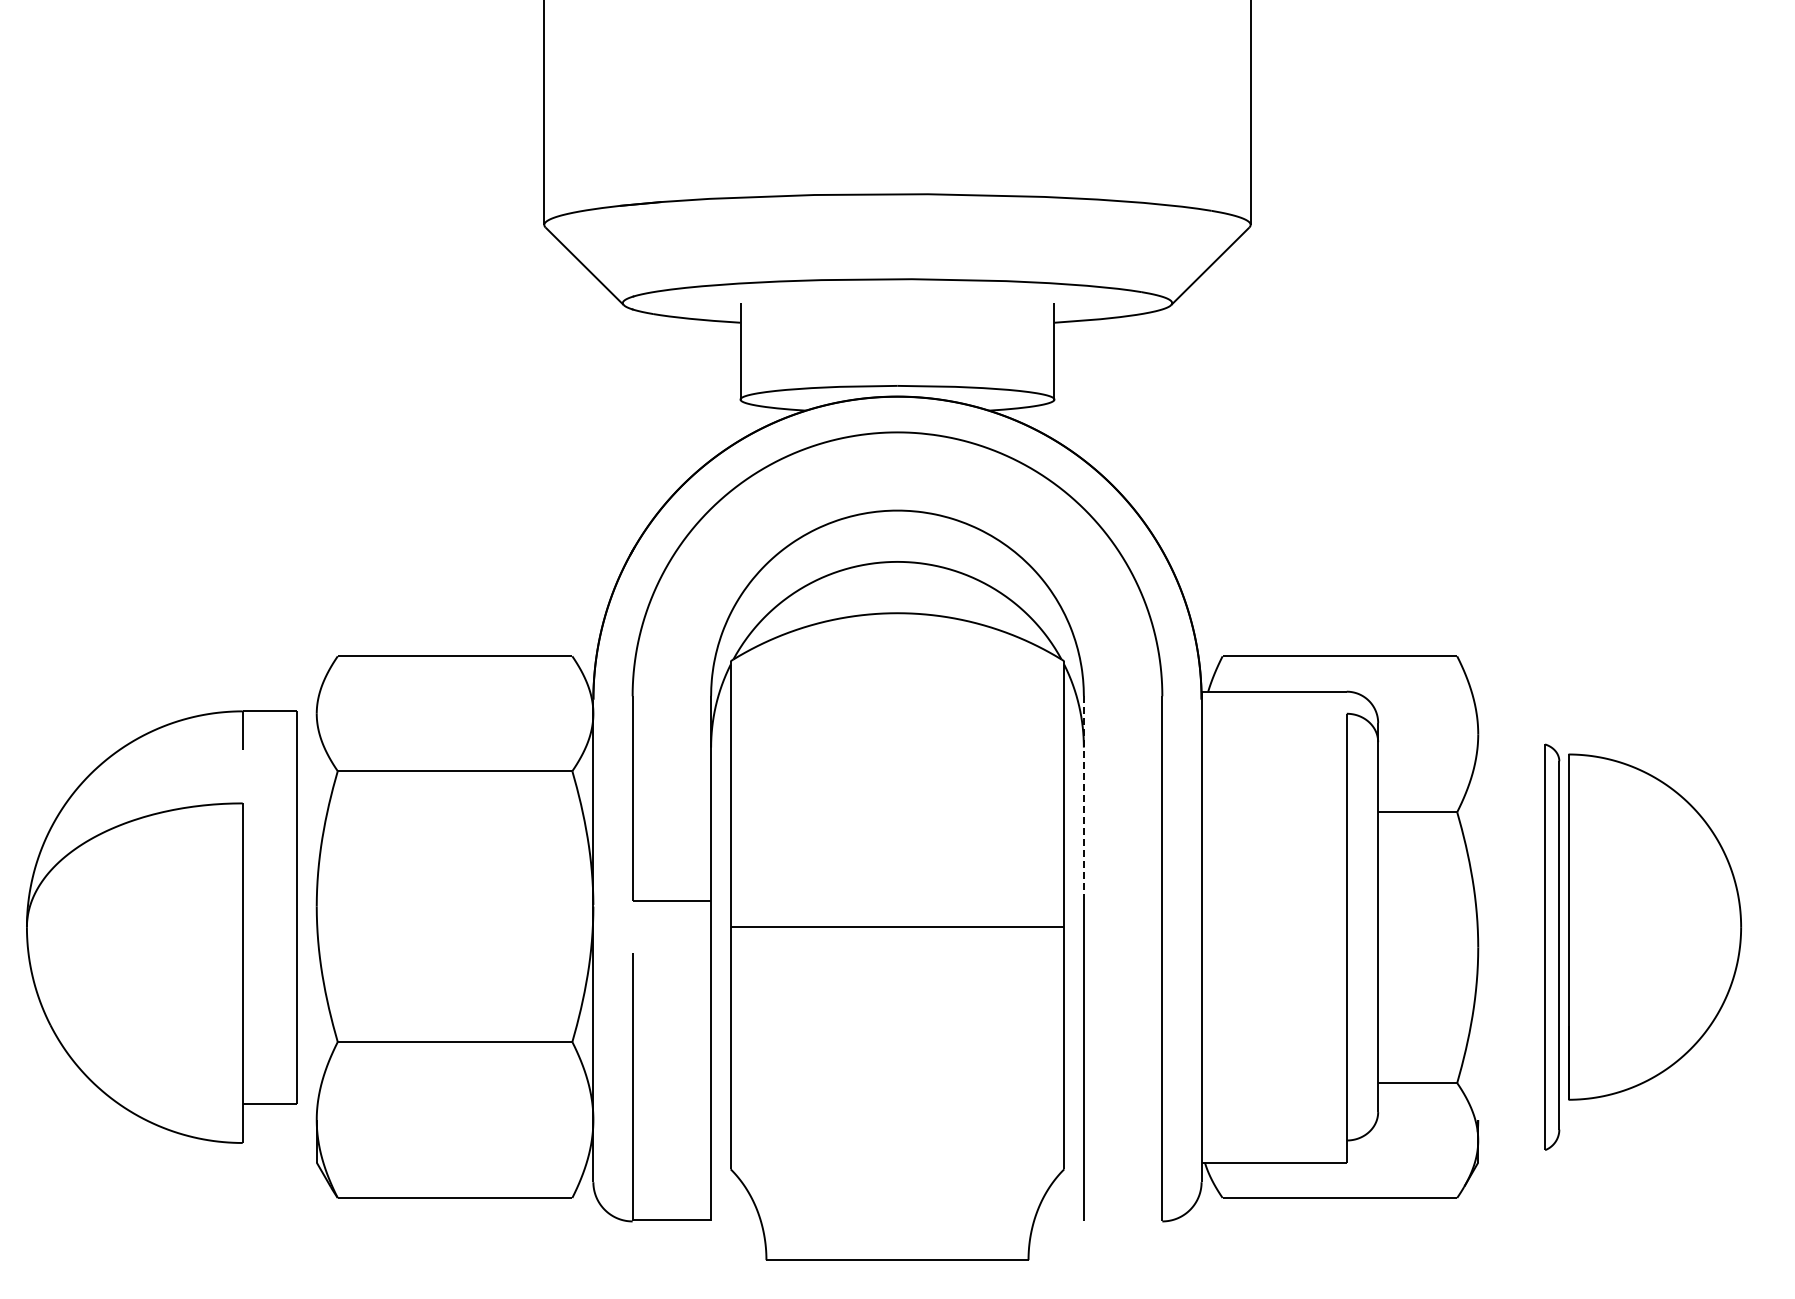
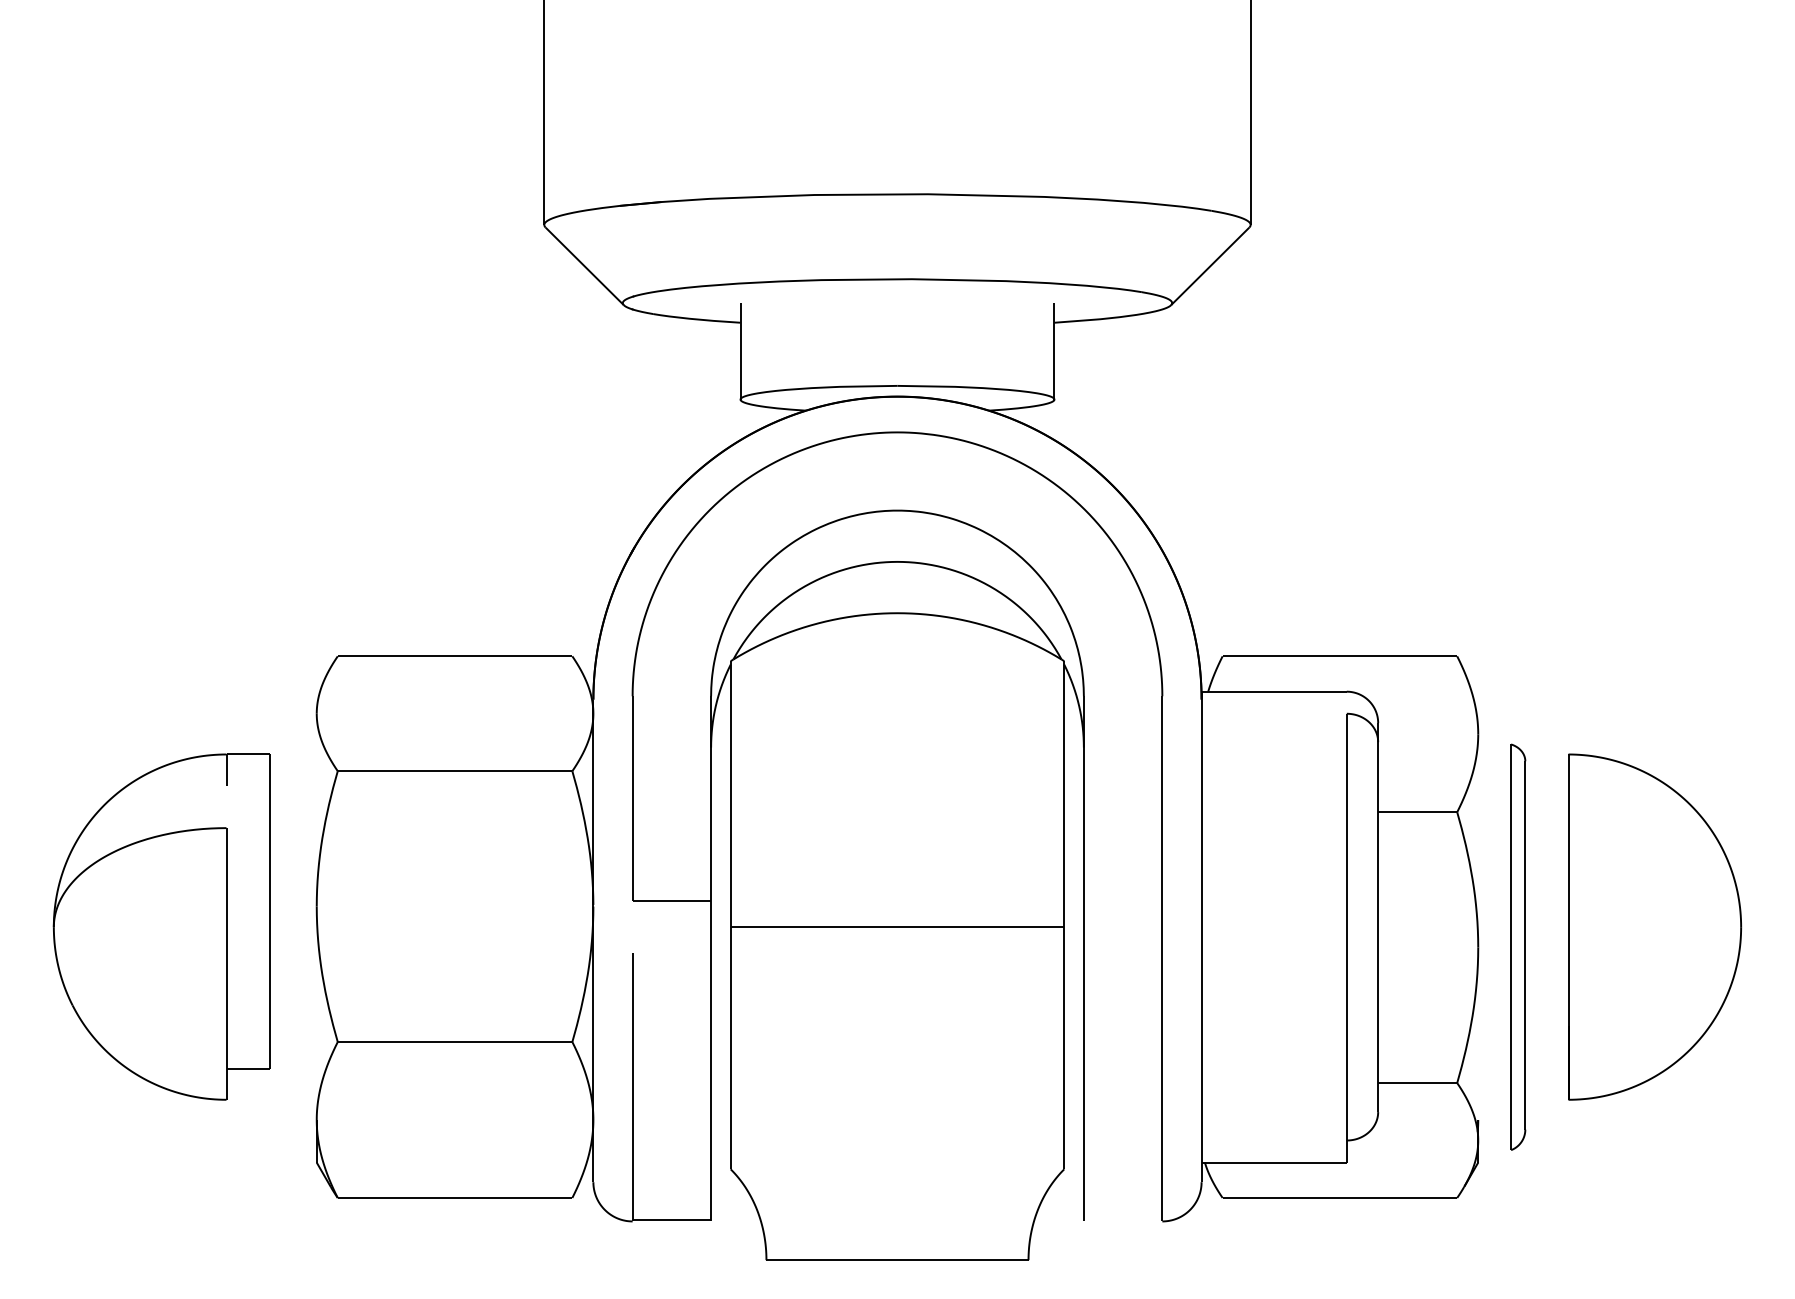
line at (1083, 798): dashed -> solid
part at (161, 926) size: 272x434 px -> 219x348 px
part at (1552, 946) position: (1552, 946) -> (1518, 946)
